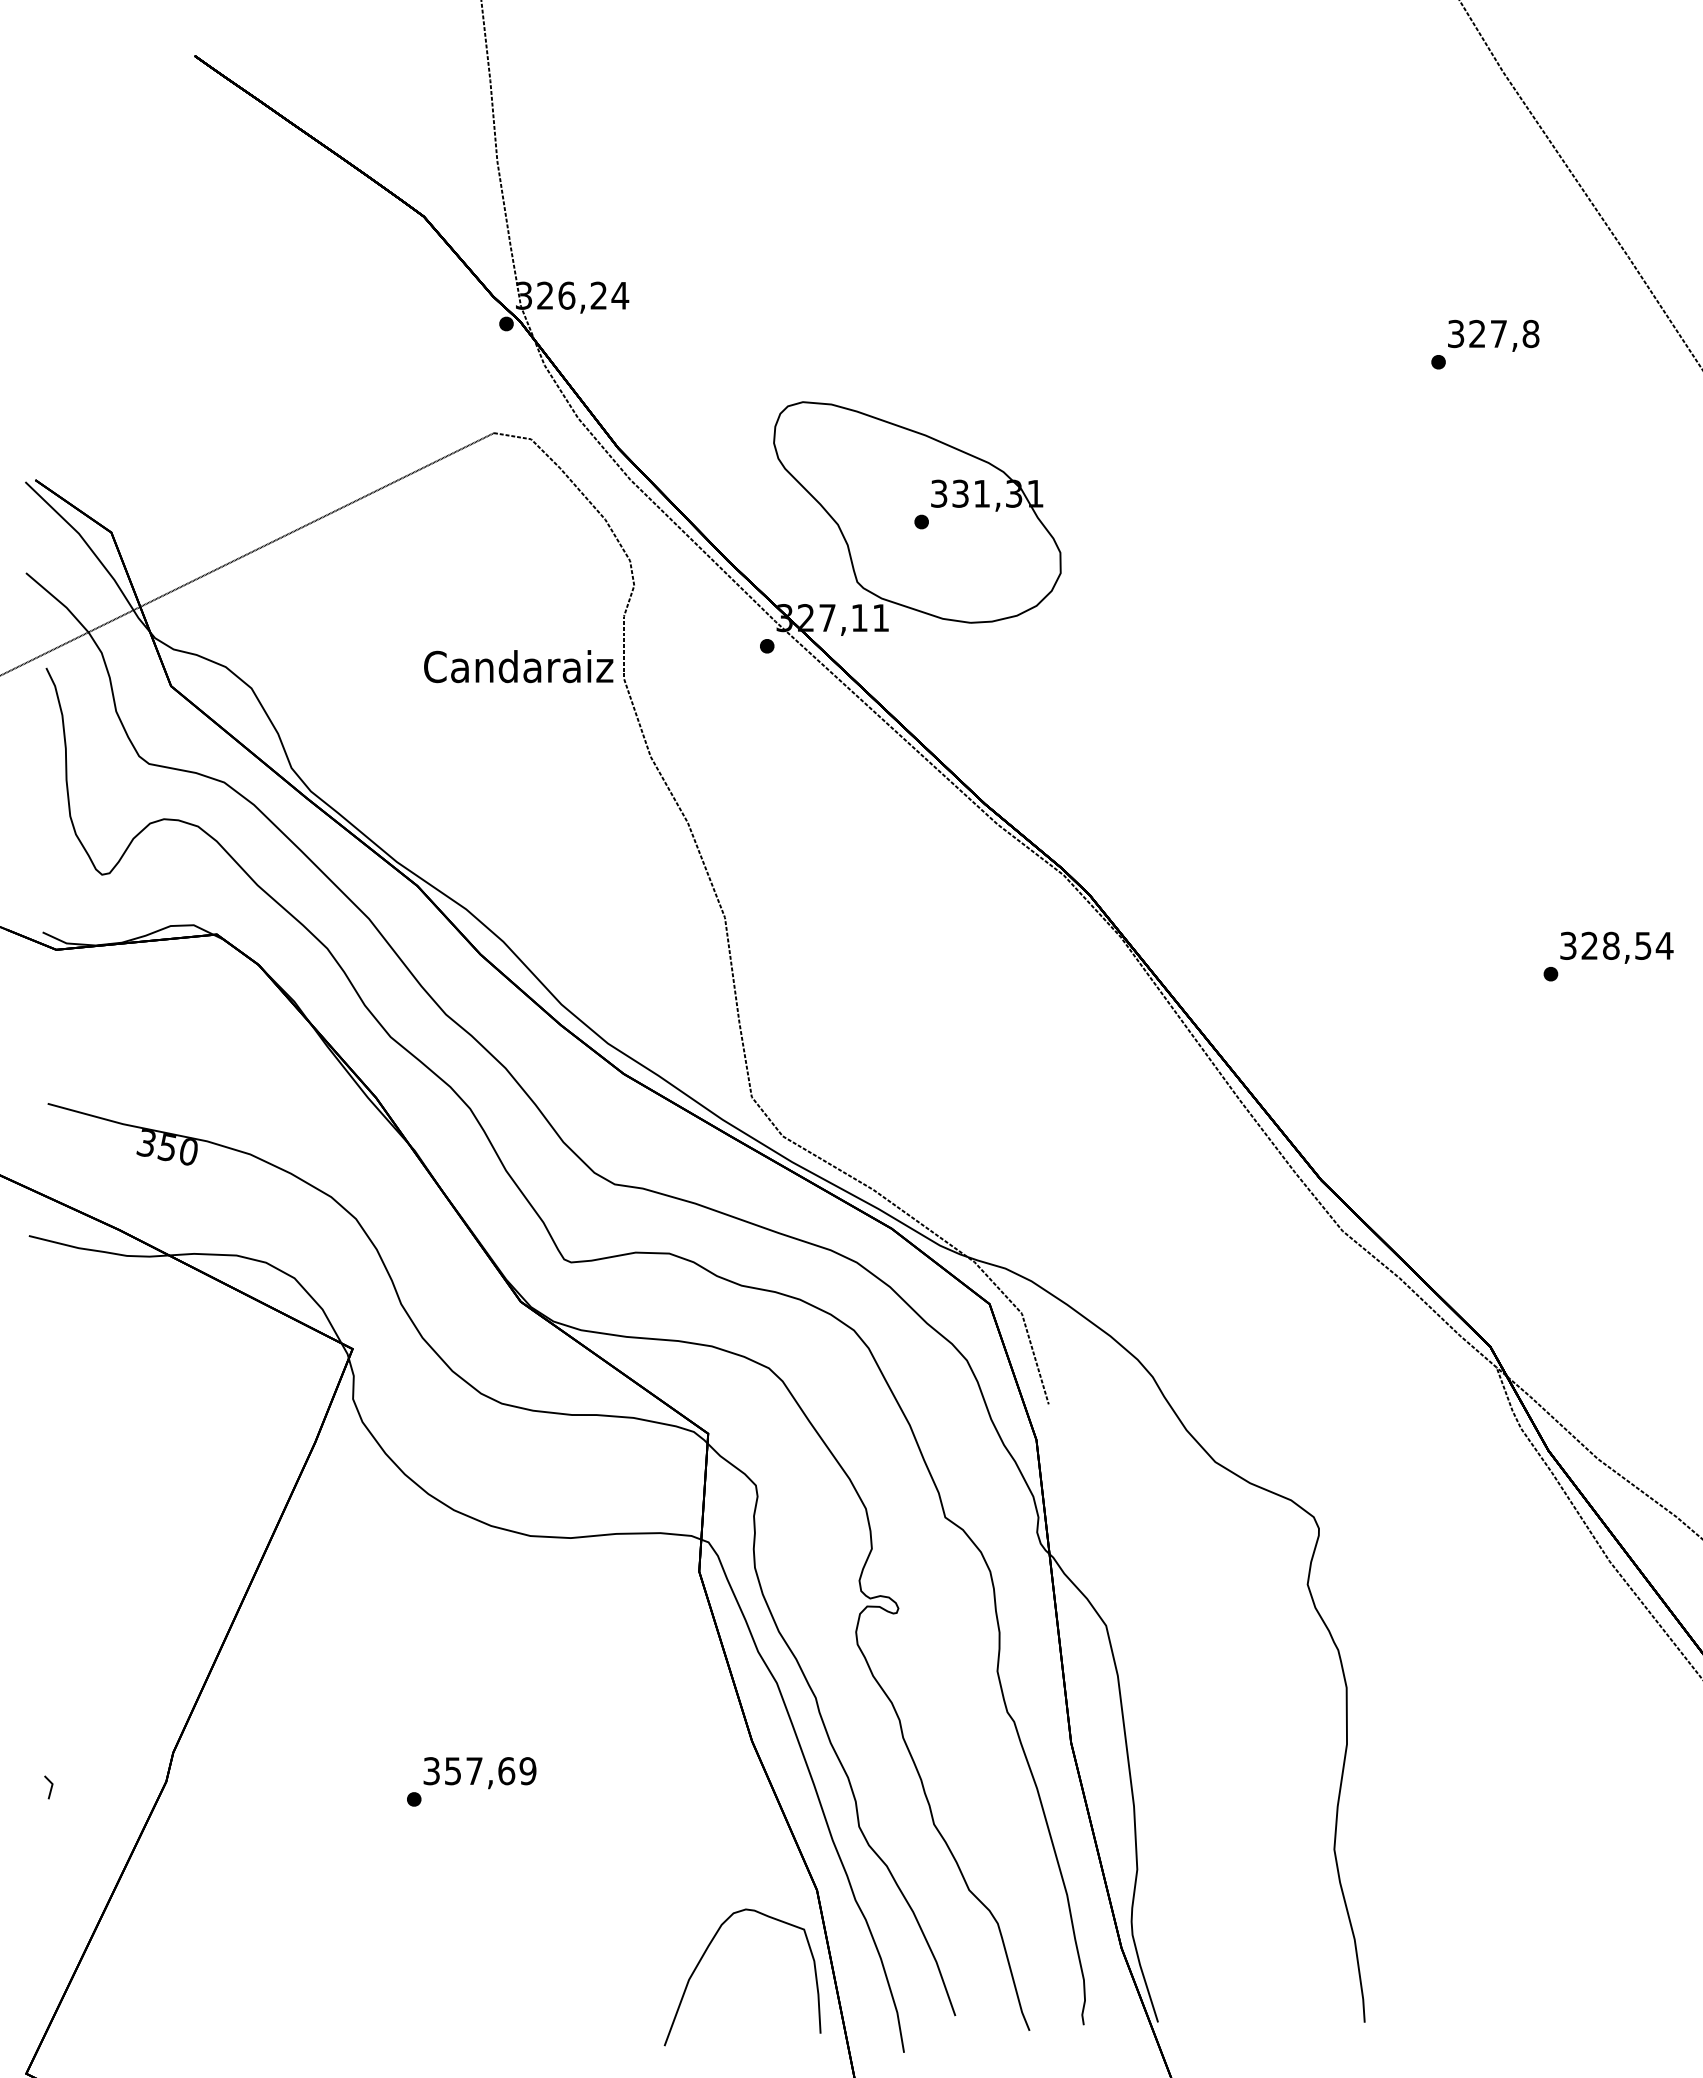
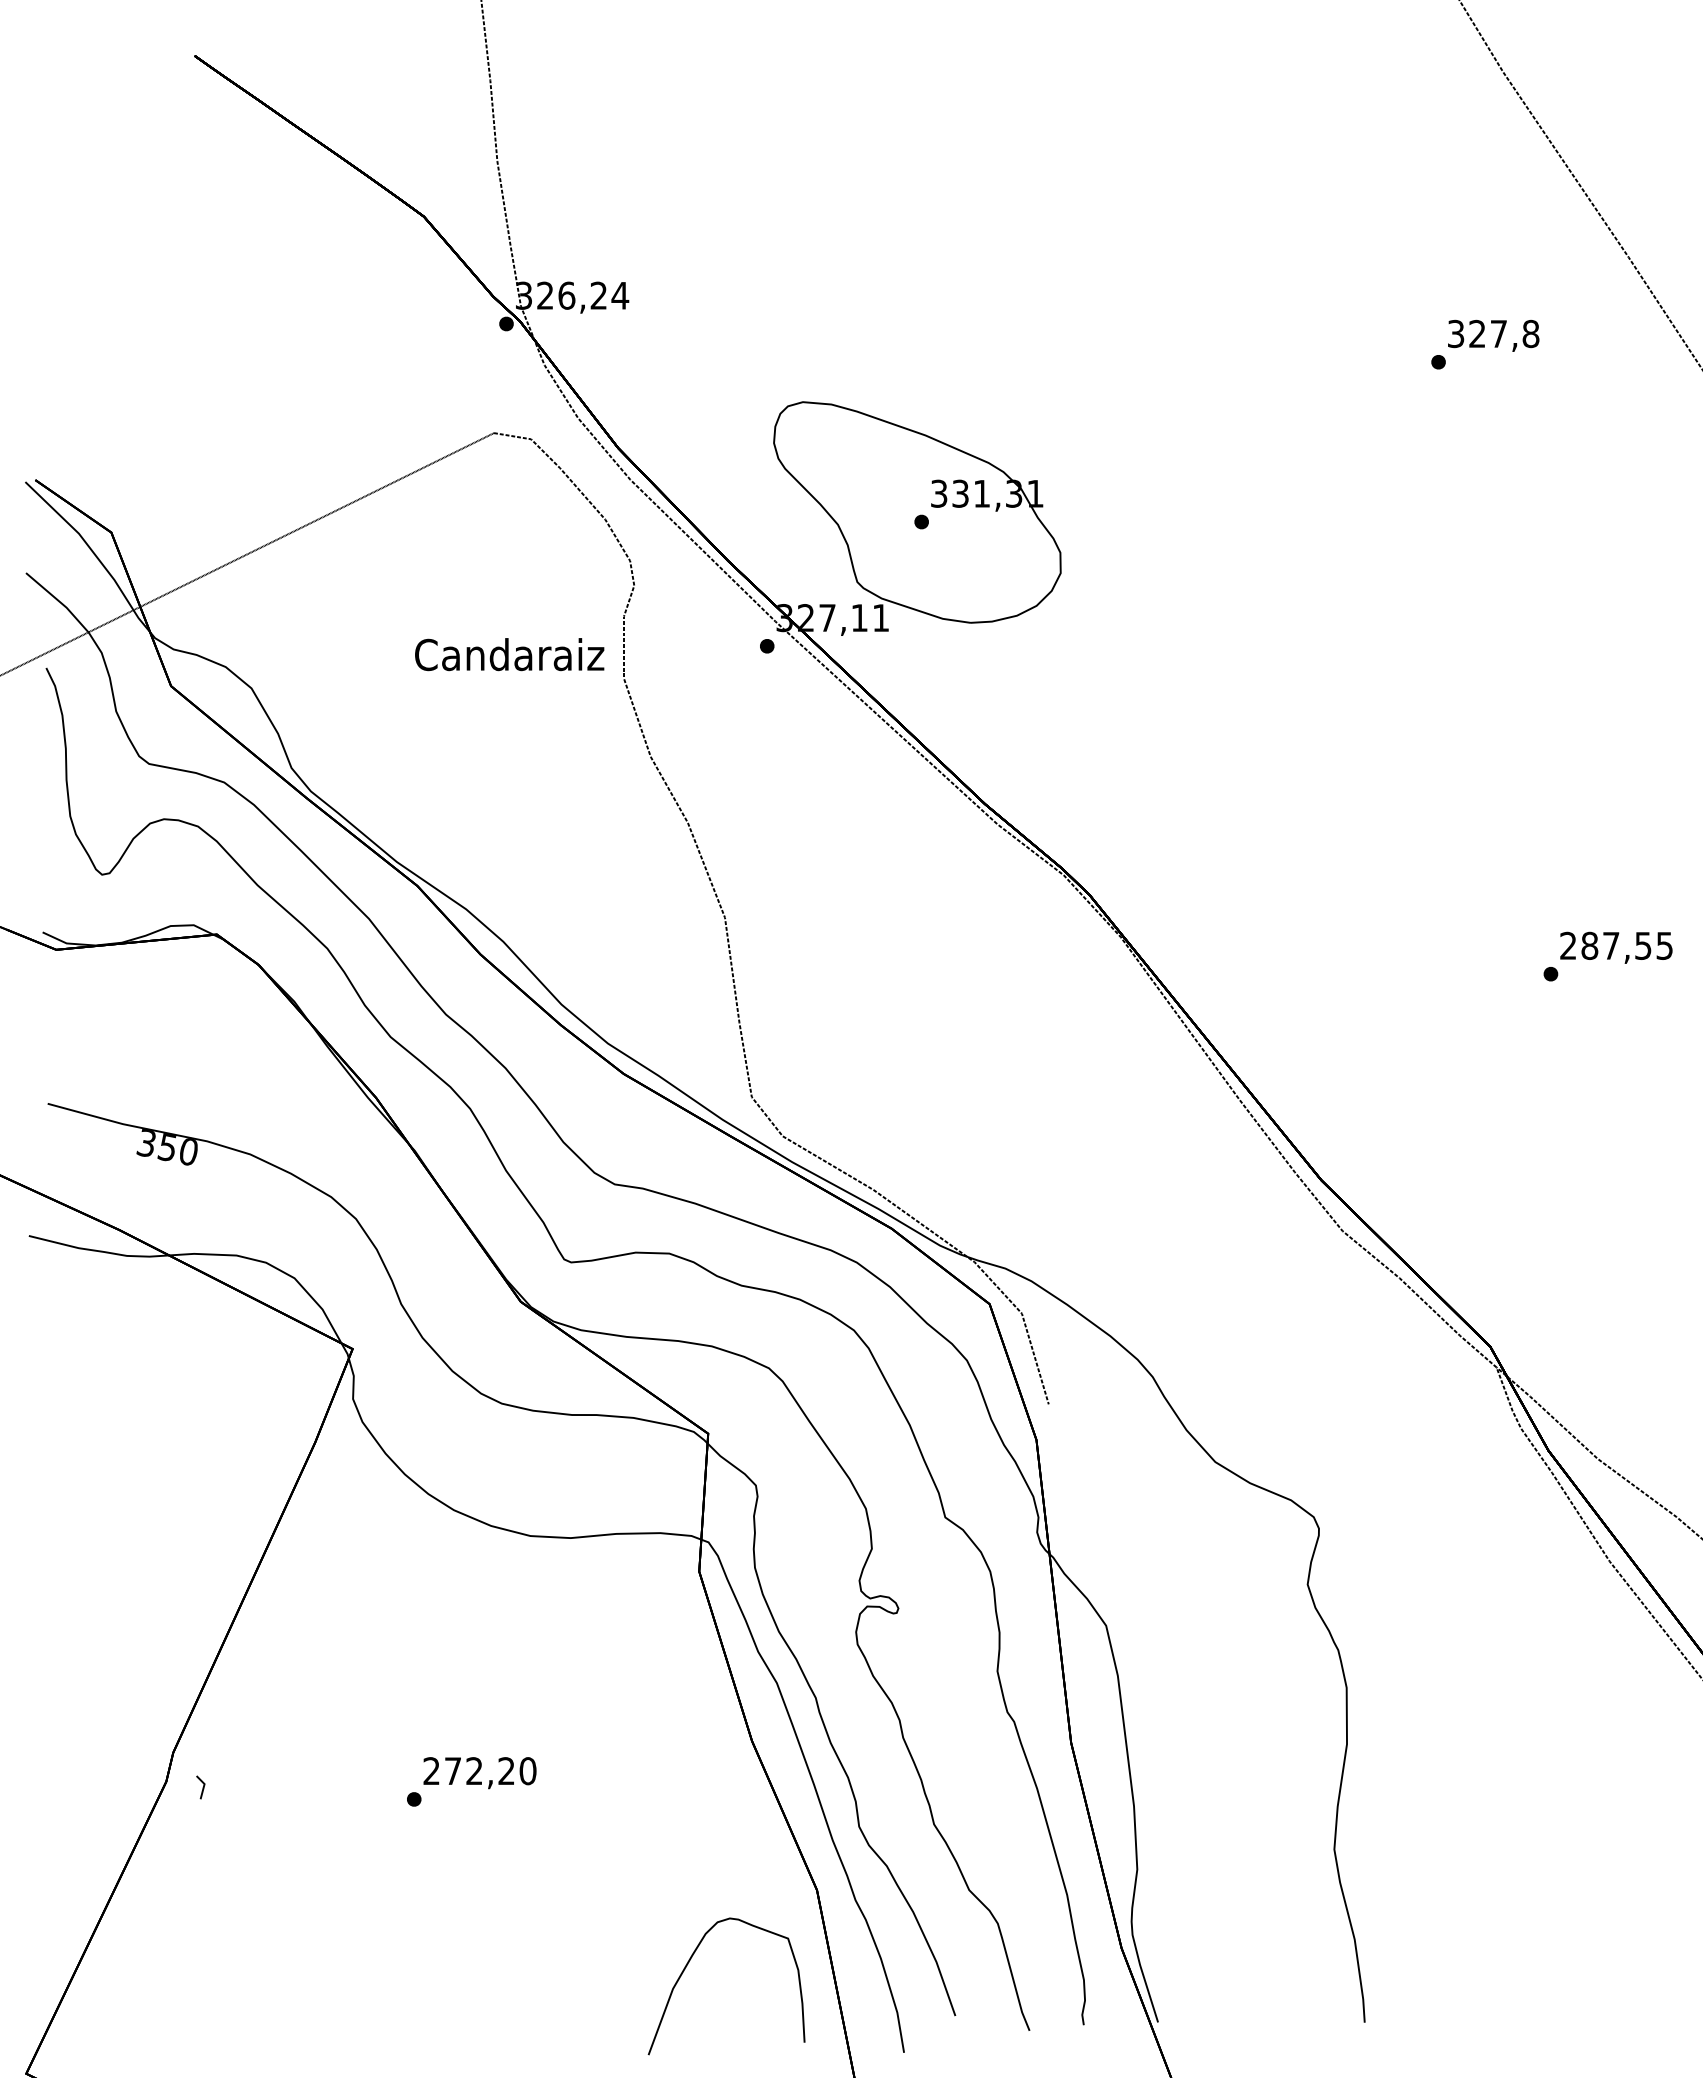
text at (518, 666) position: (518, 666) -> (509, 654)
text at (1616, 945): 328,54 -> 287,55
text at (479, 1771): 357,69 -> 272,20
line at (50, 1787) position: (50, 1787) -> (202, 1787)
curve at (704, 1955) position: (704, 1955) -> (688, 1964)
